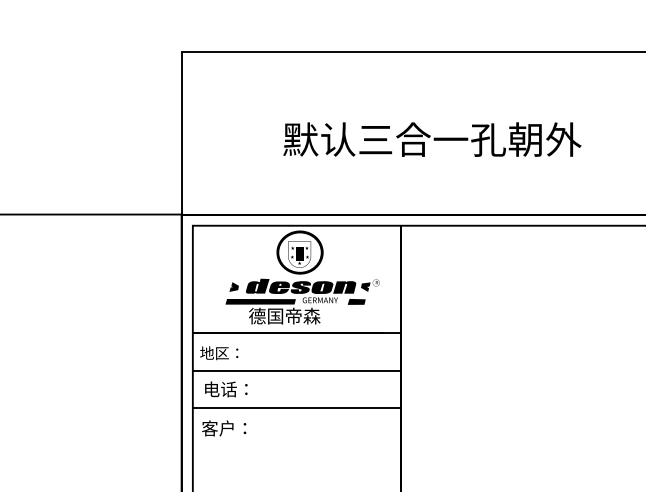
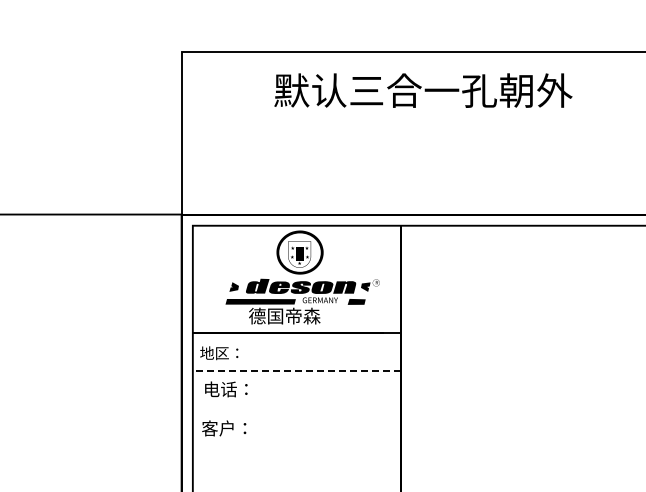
text at (432, 139) position: (432, 139) -> (423, 90)
line at (296, 370): solid -> dashed
line at (297, 408): present -> none
